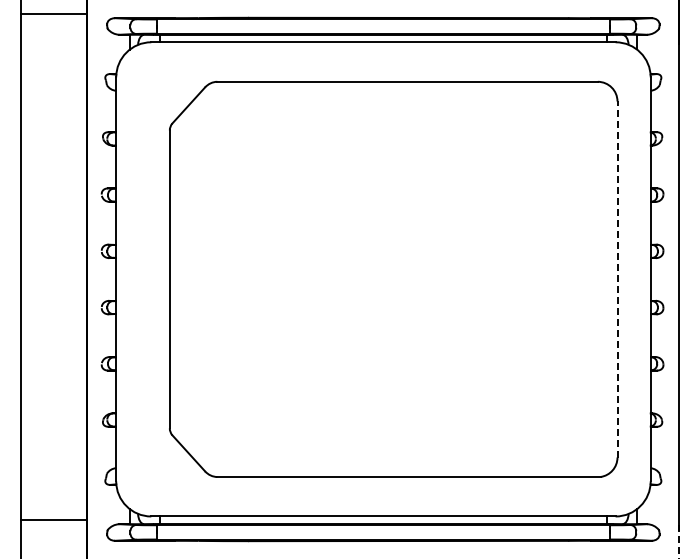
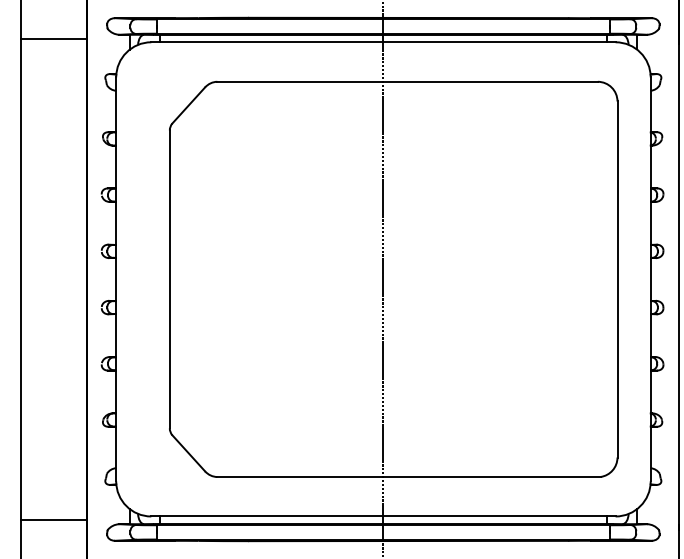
line at (53, 14) position: (53, 14) -> (53, 39)
line at (383, 278): none -> present
line at (617, 279): dashed -> solid
line at (679, 542): dashed -> solid
